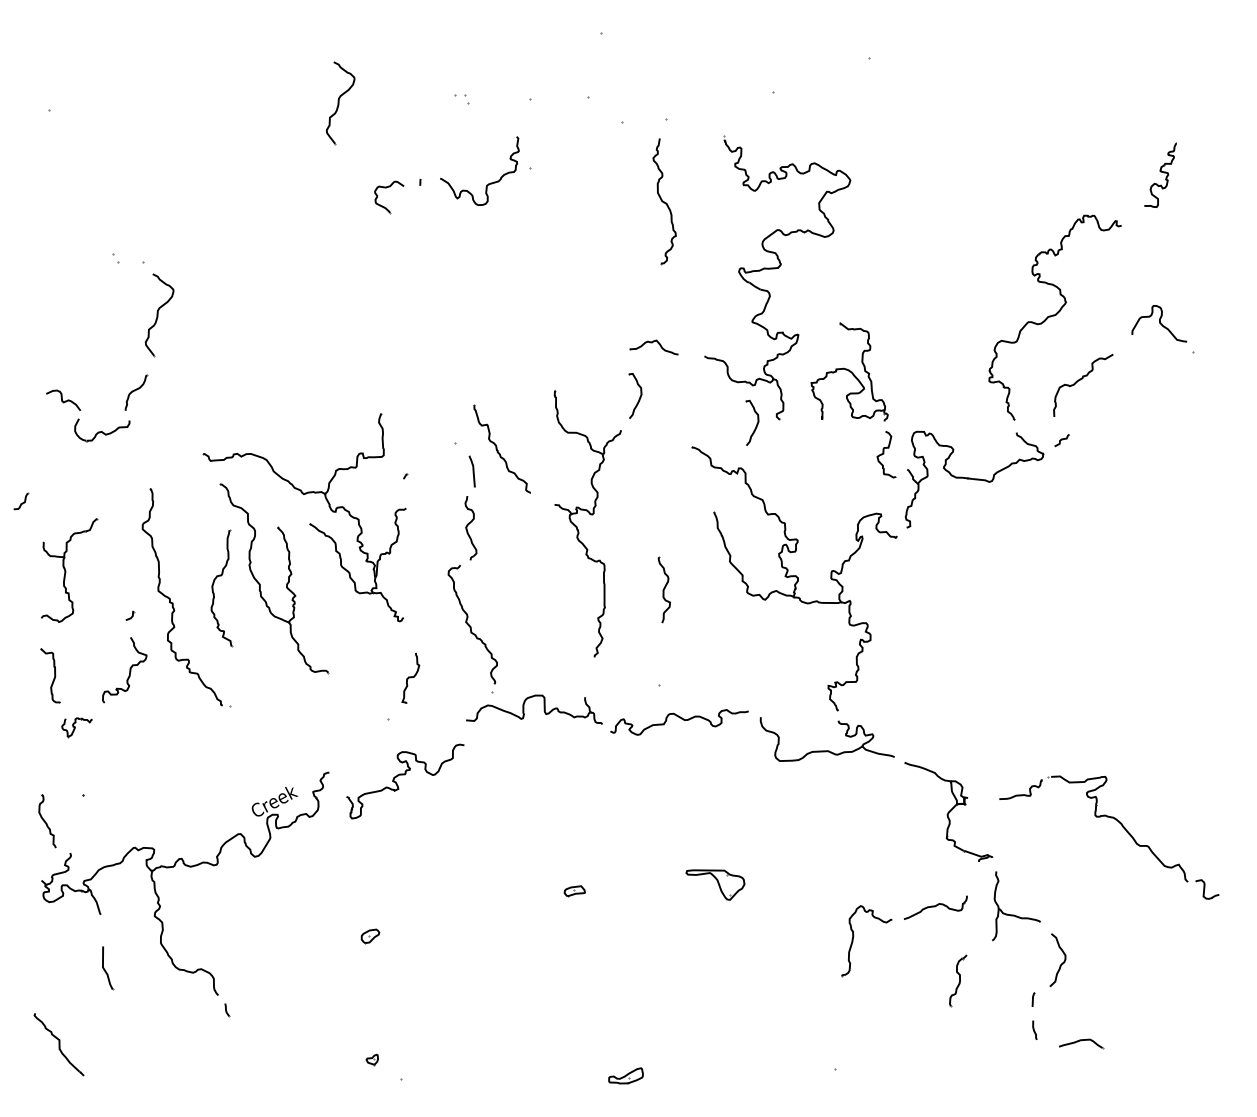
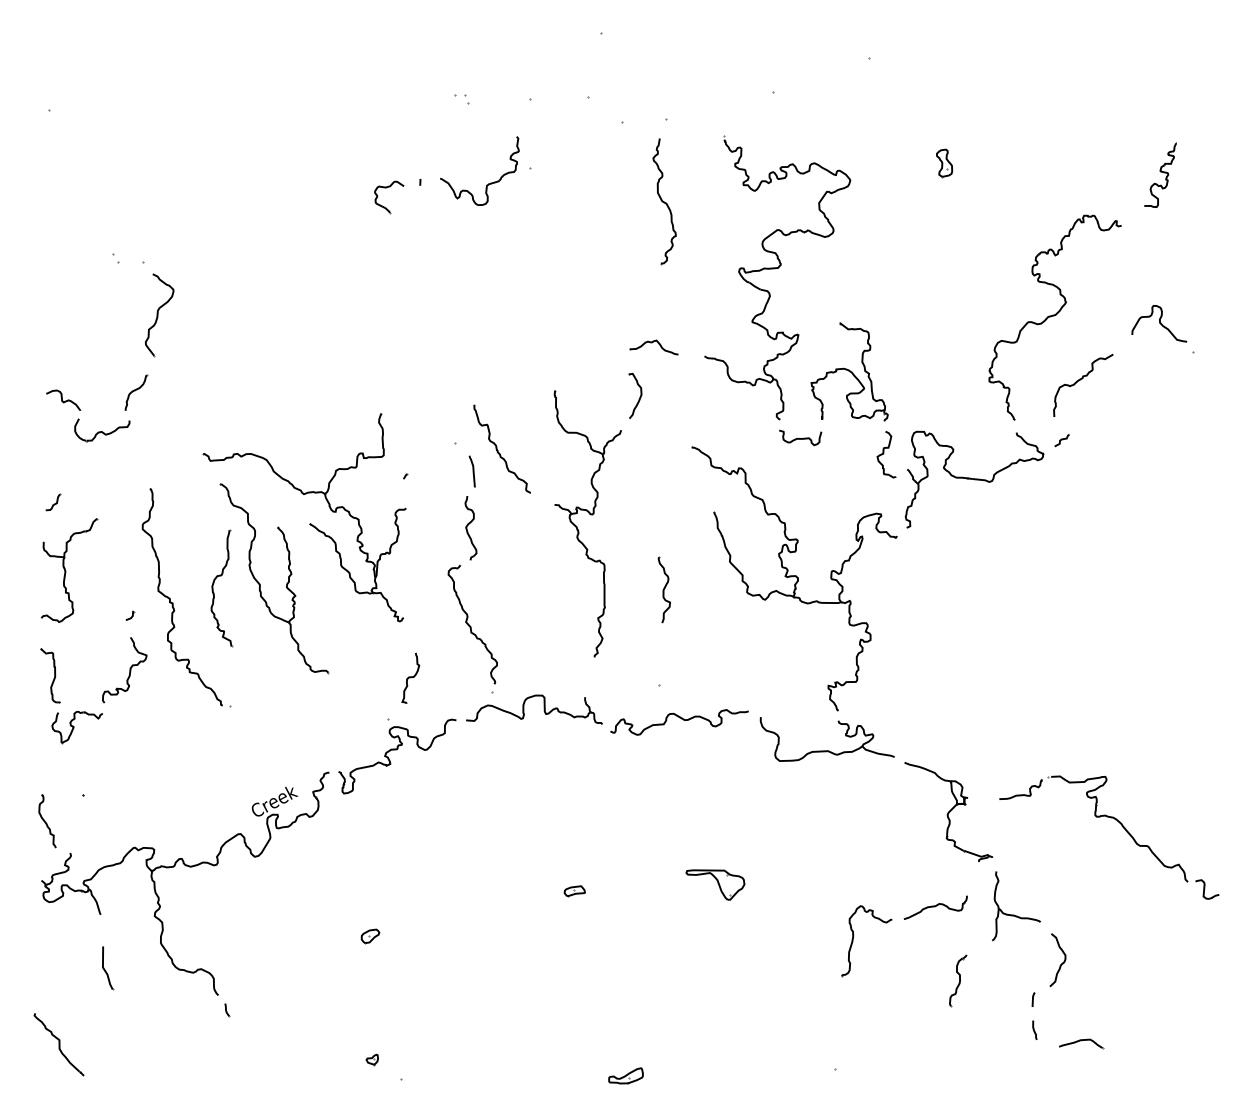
part at (340, 103): present -> none
part at (944, 163): none -> present
part at (752, 422): present -> none
curve at (800, 438): none -> present
part at (21, 501) position: (21, 501) -> (53, 502)
part at (76, 727) size: 32x22 px -> 52x34 px
part at (405, 781) position: (405, 781) -> (397, 756)
